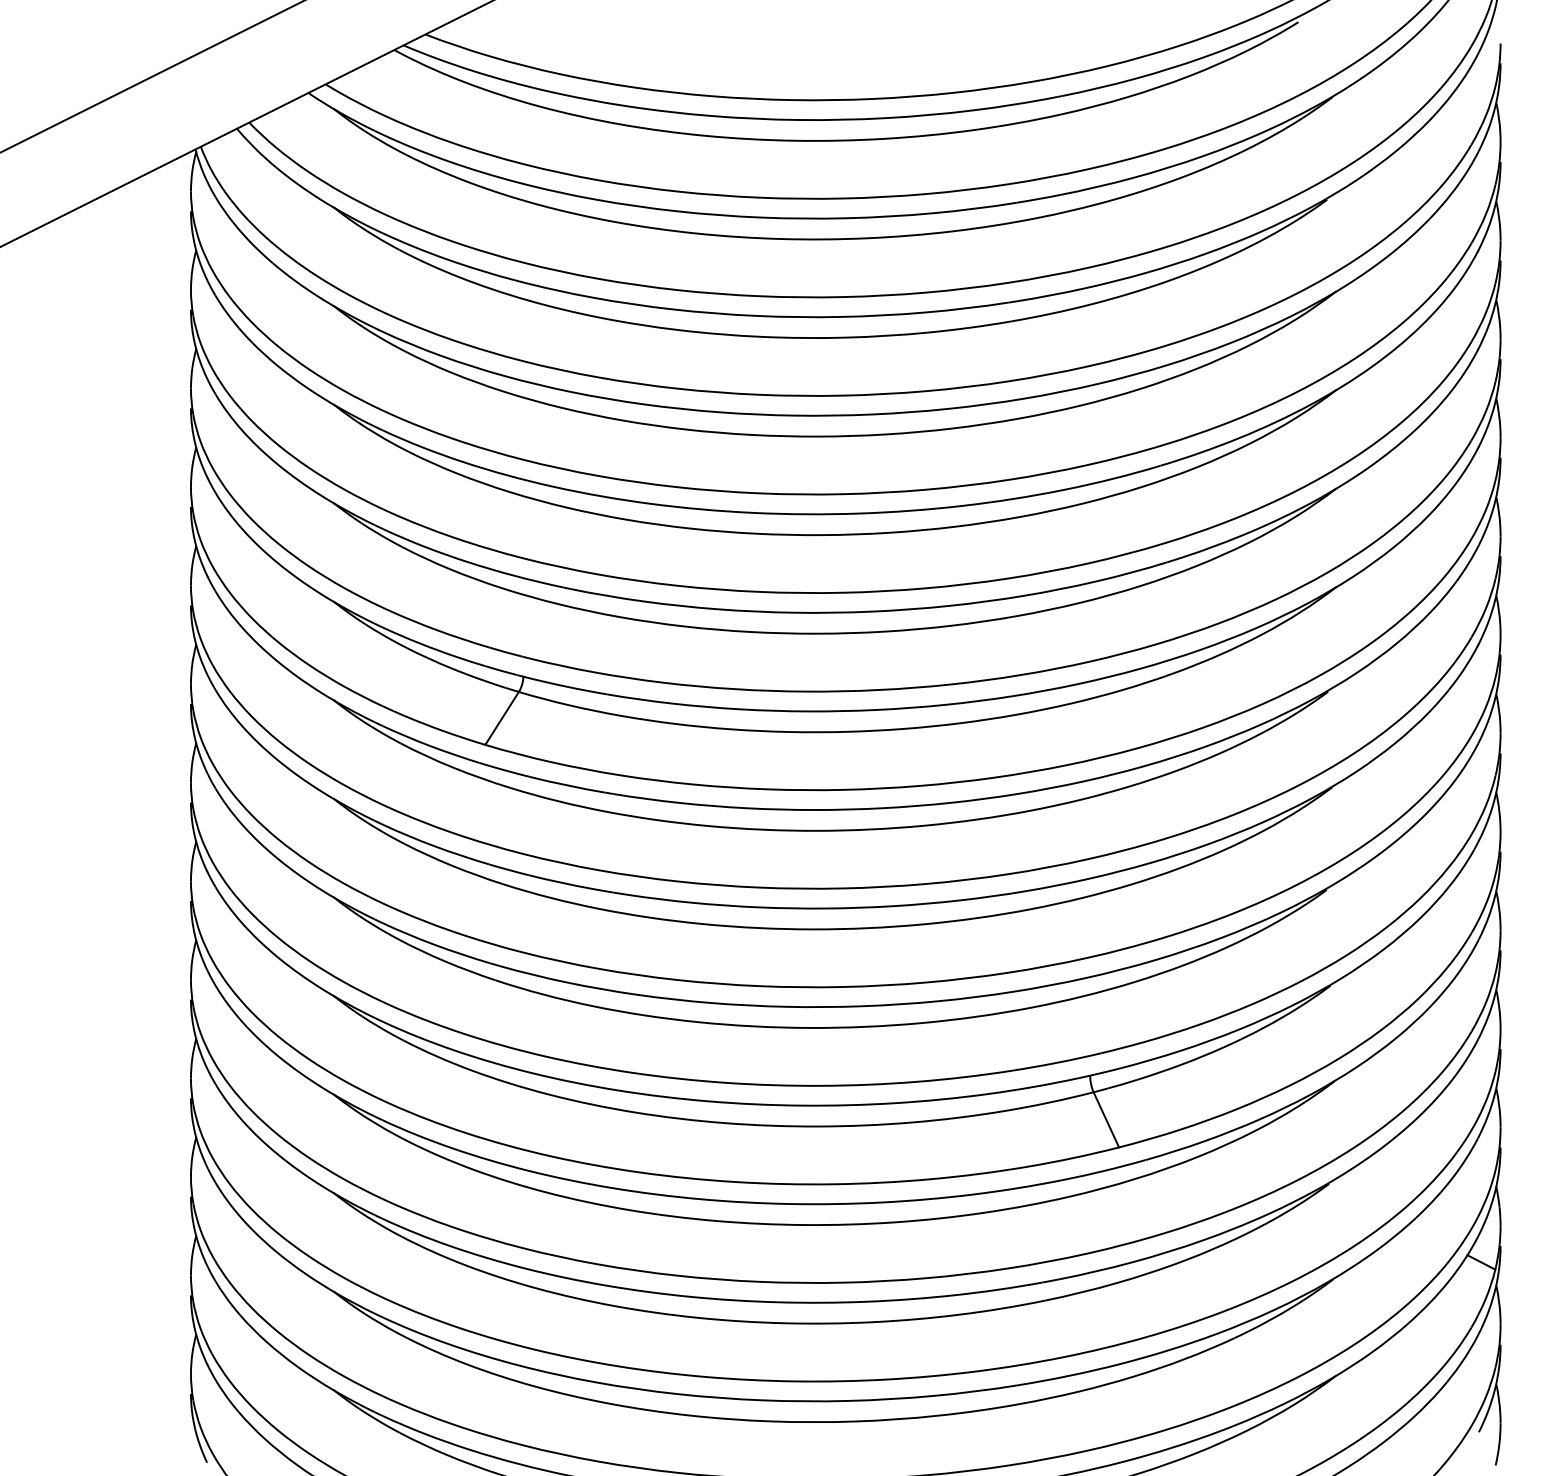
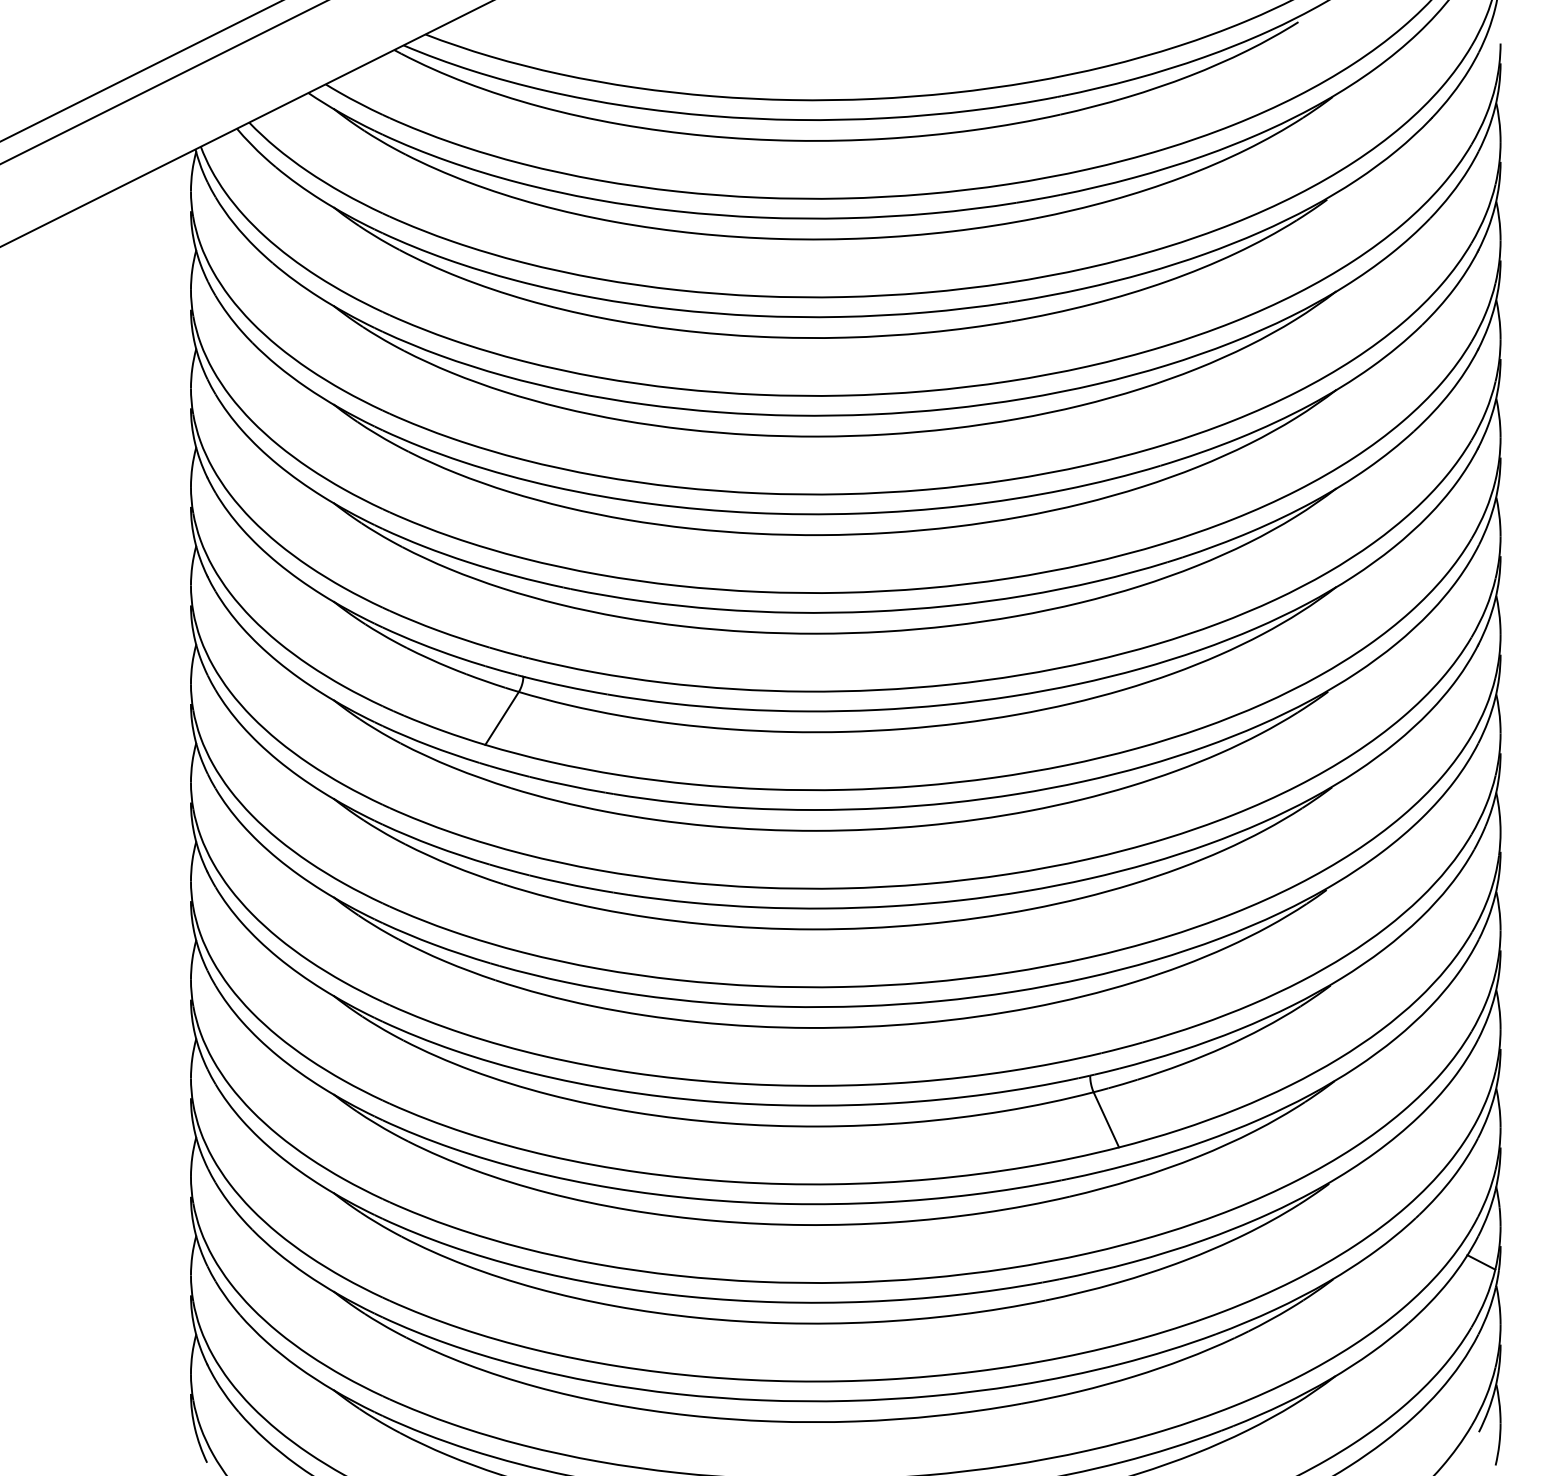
line at (151, 76) position: (151, 76) -> (140, 71)
line at (163, 82): none -> present
